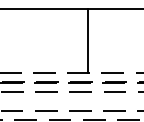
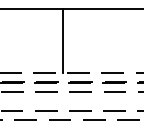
line at (88, 40) position: (88, 40) -> (63, 40)
